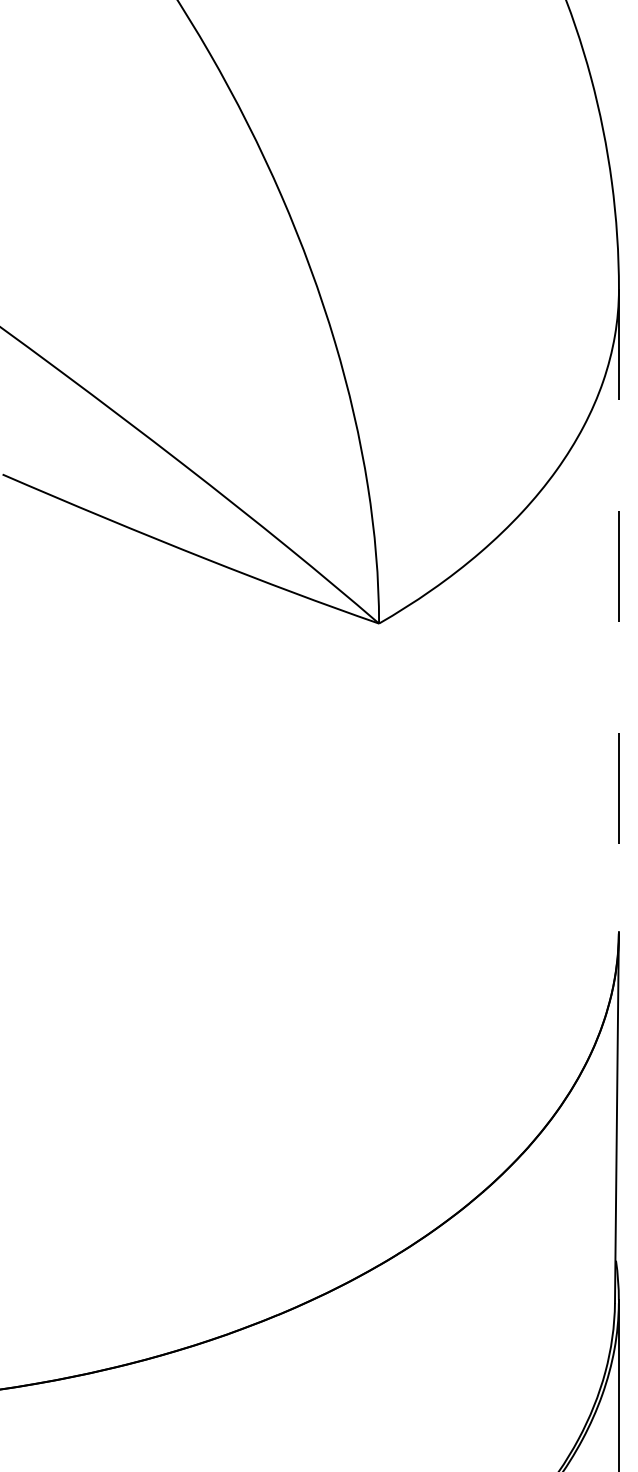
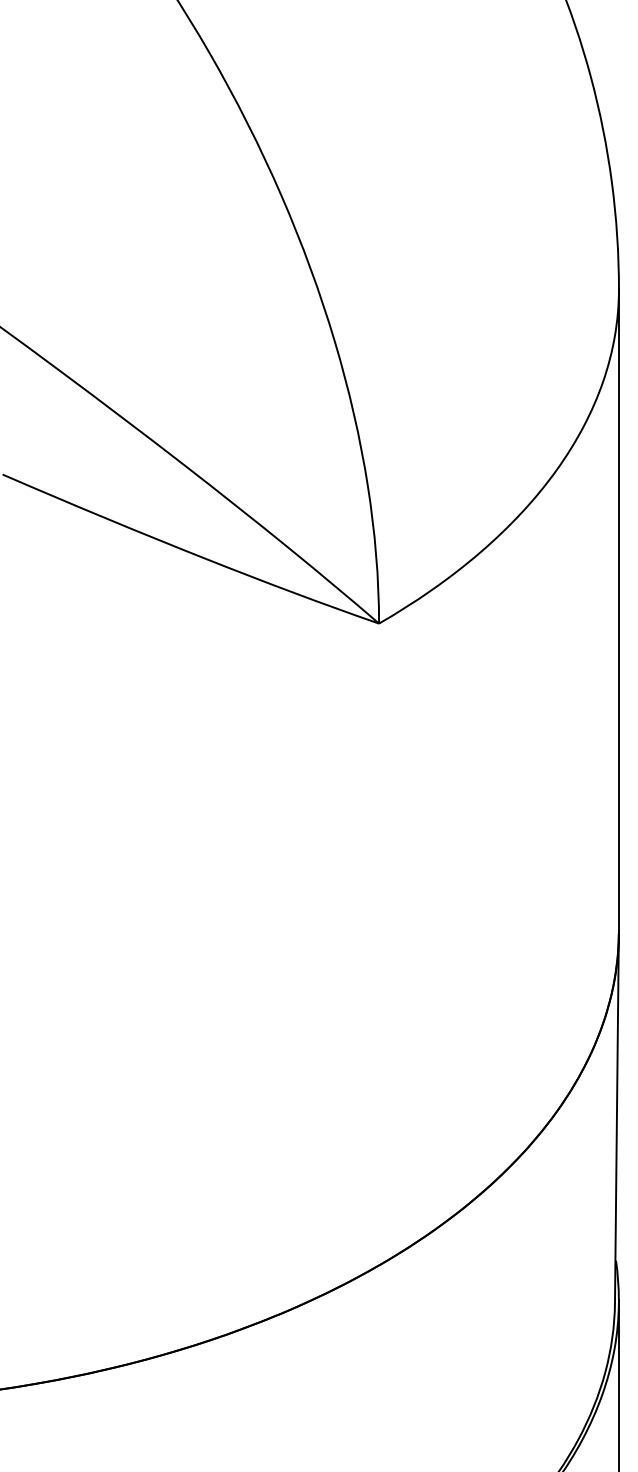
line at (618, 610): dashed -> solid
